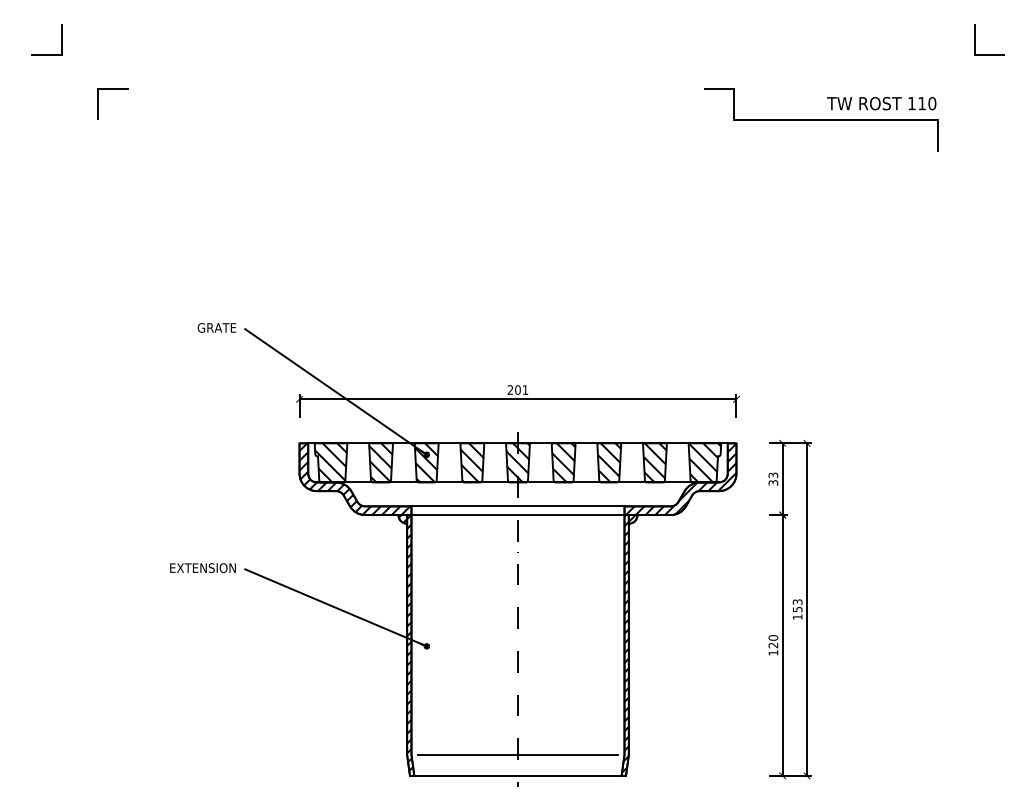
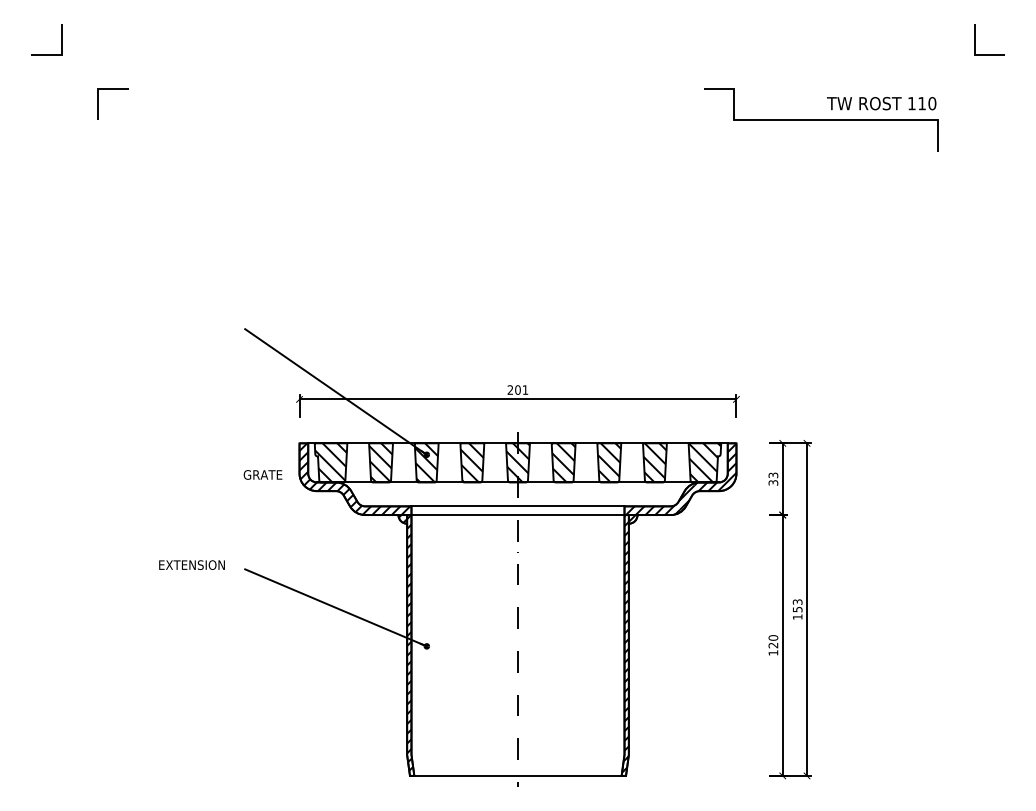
text at (216, 327) position: (216, 327) -> (262, 474)
text at (202, 567) position: (202, 567) -> (191, 564)
line at (517, 754): present -> none
